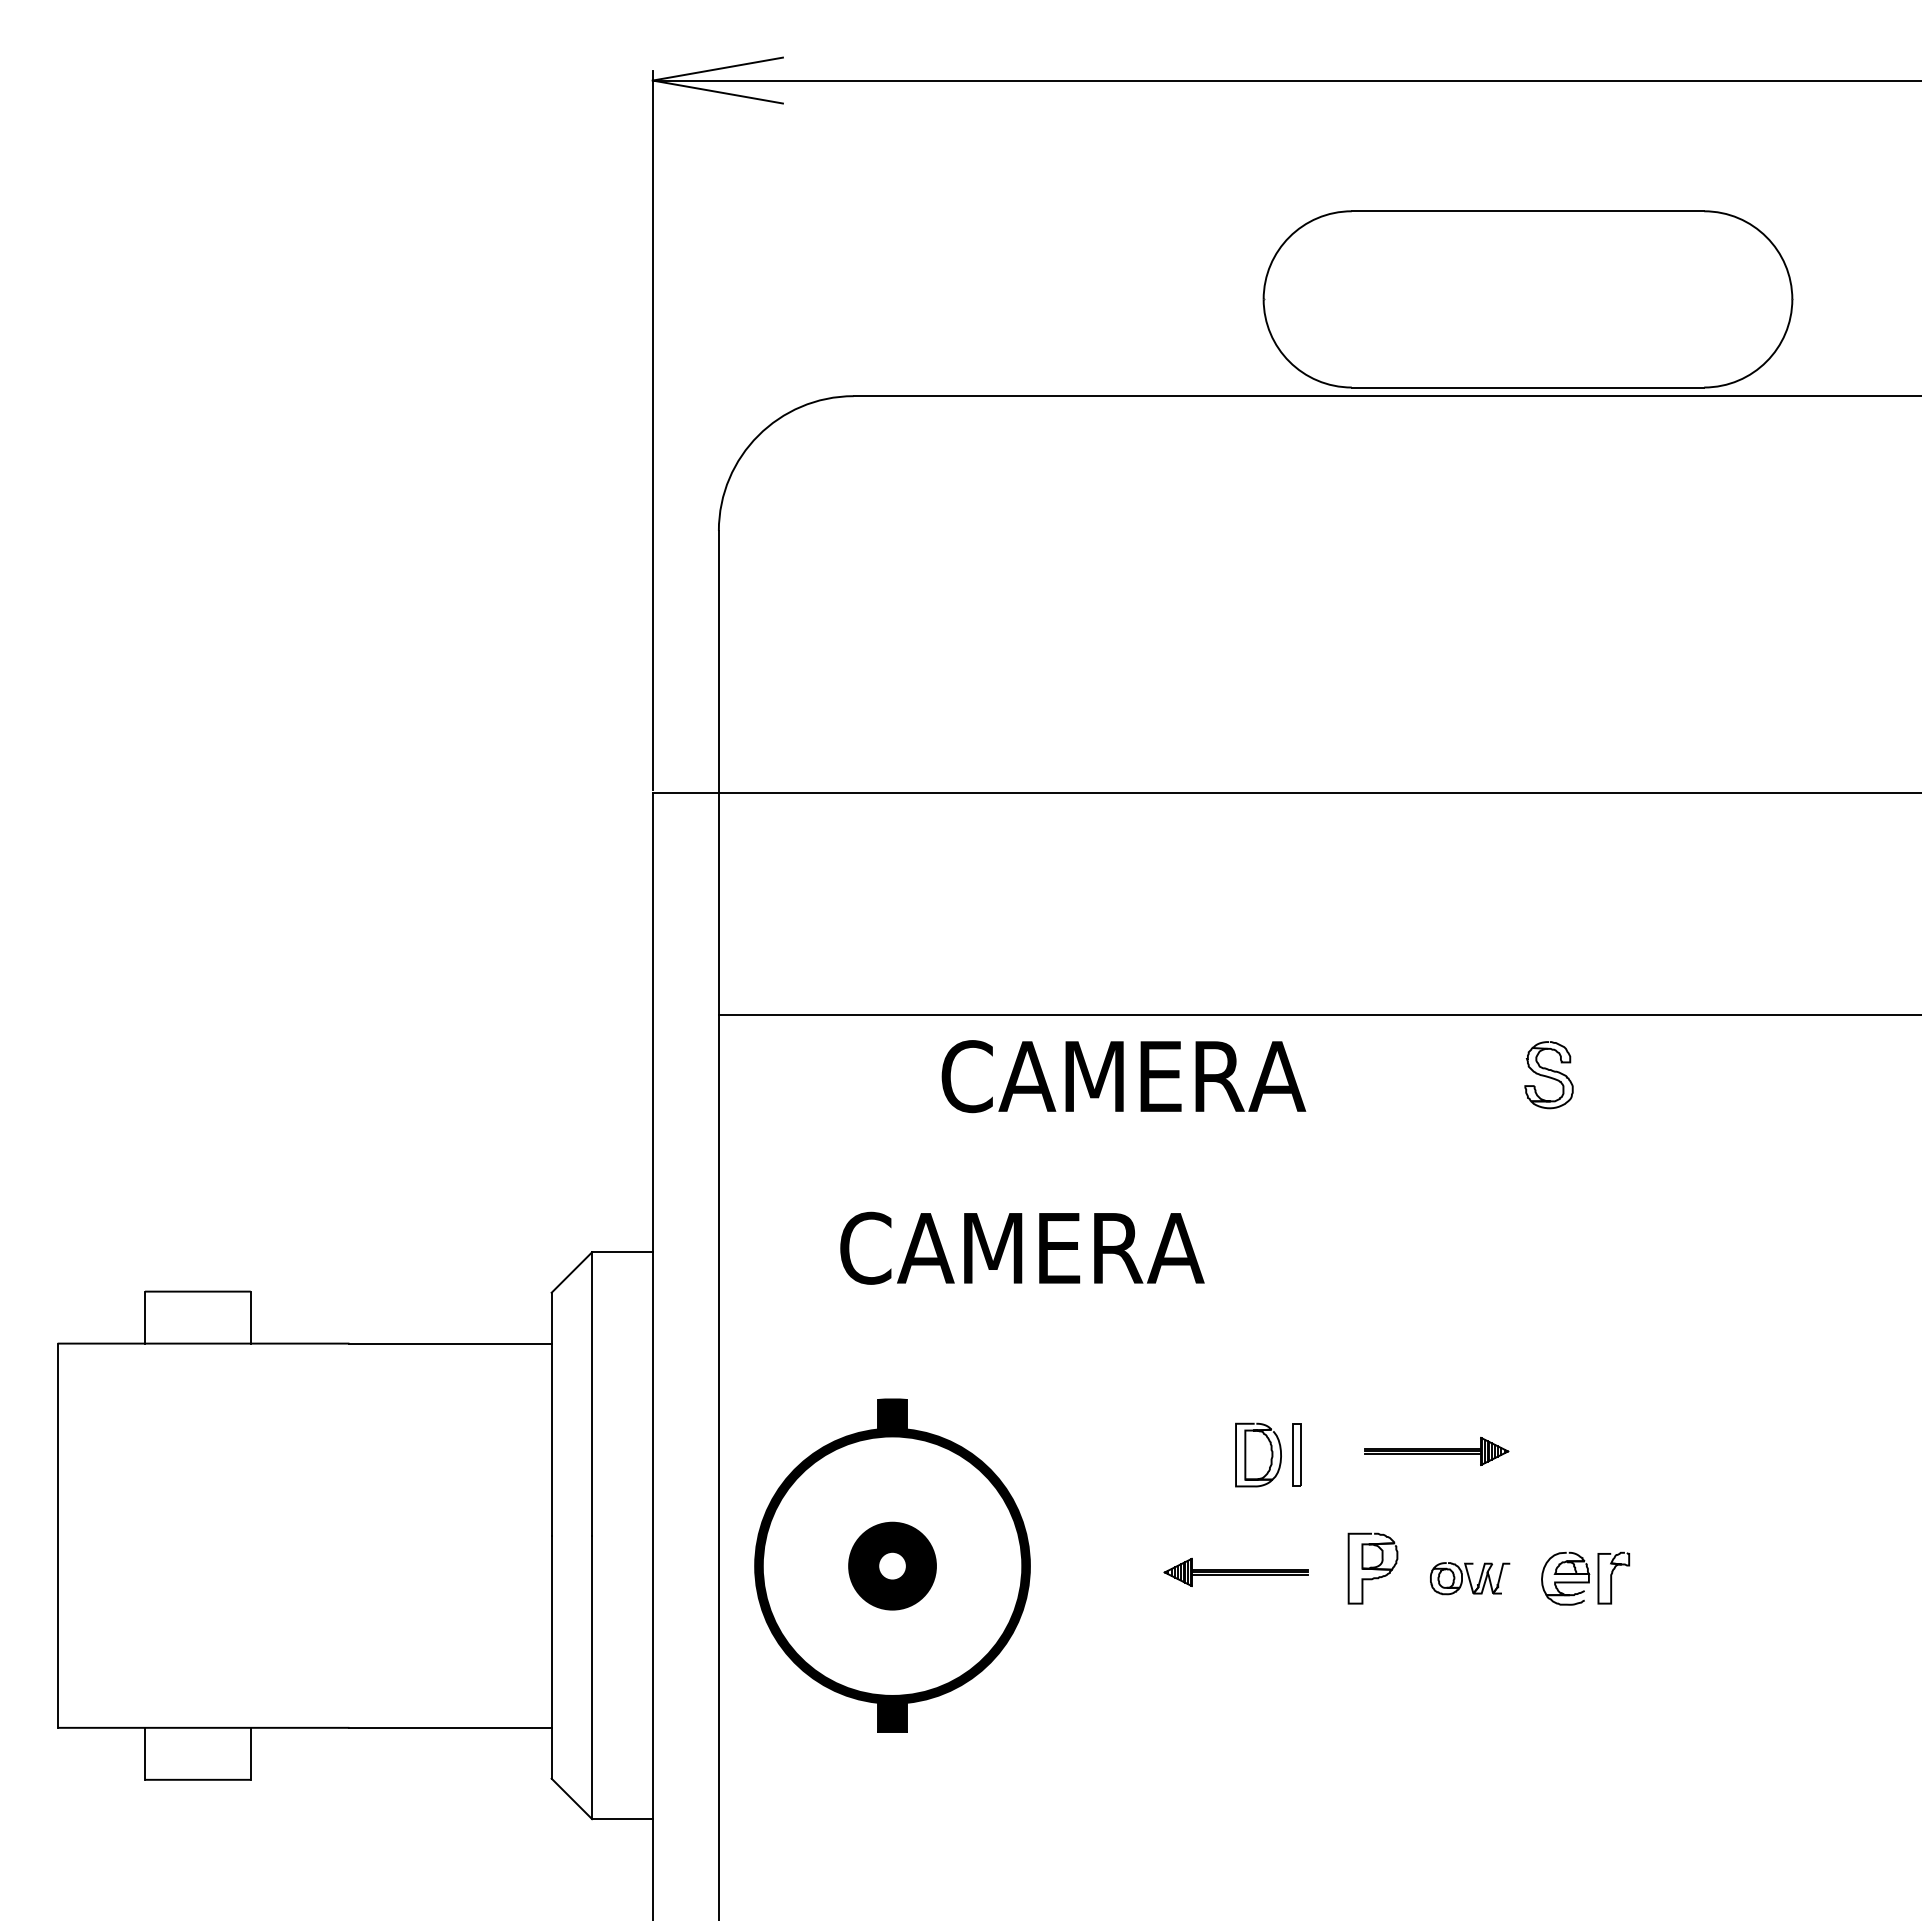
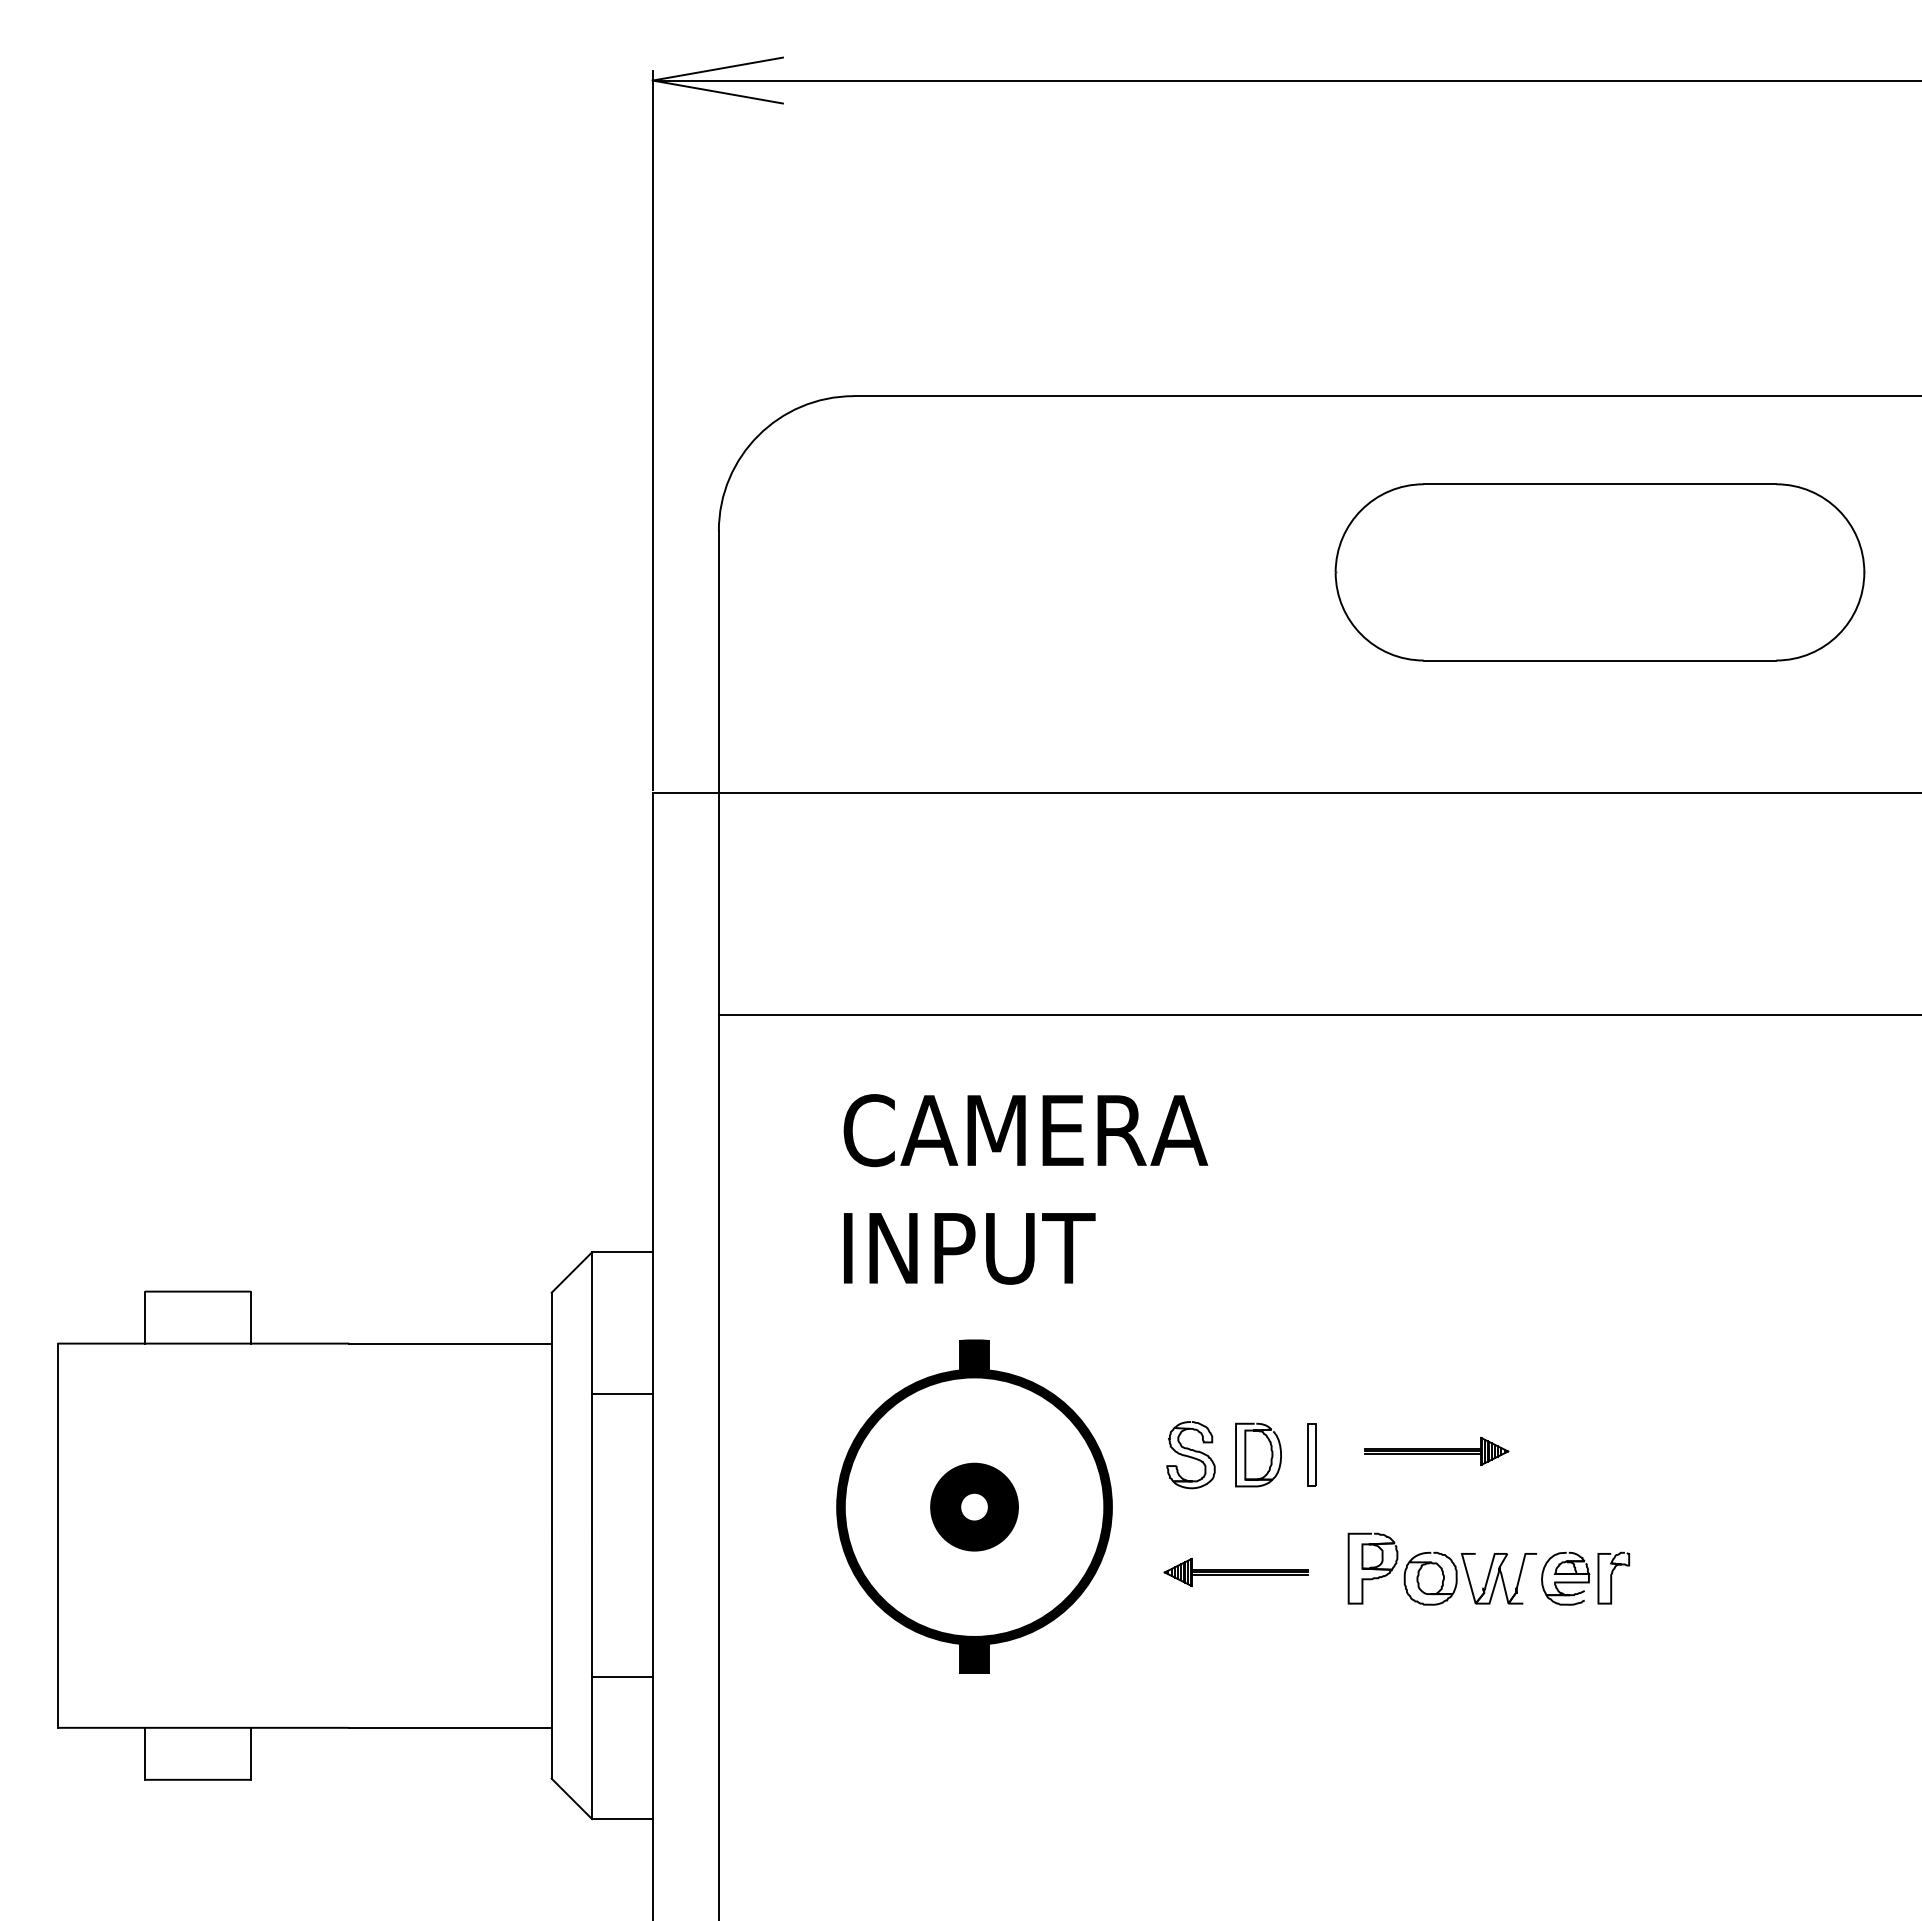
part at (1527, 299) position: (1527, 299) -> (1599, 572)
part at (1548, 1075) position: (1548, 1075) -> (1190, 1455)
text at (1123, 1076) position: (1123, 1076) -> (1025, 1130)
text at (1022, 1247): CAMERA -> INPUT
line at (622, 1394): none -> present
part at (1296, 1454) position: (1296, 1454) -> (1311, 1454)
part at (892, 1565) position: (892, 1565) -> (974, 1506)
part at (1470, 1578) size: 81x34 px -> 134x55 px
line at (622, 1677): none -> present
